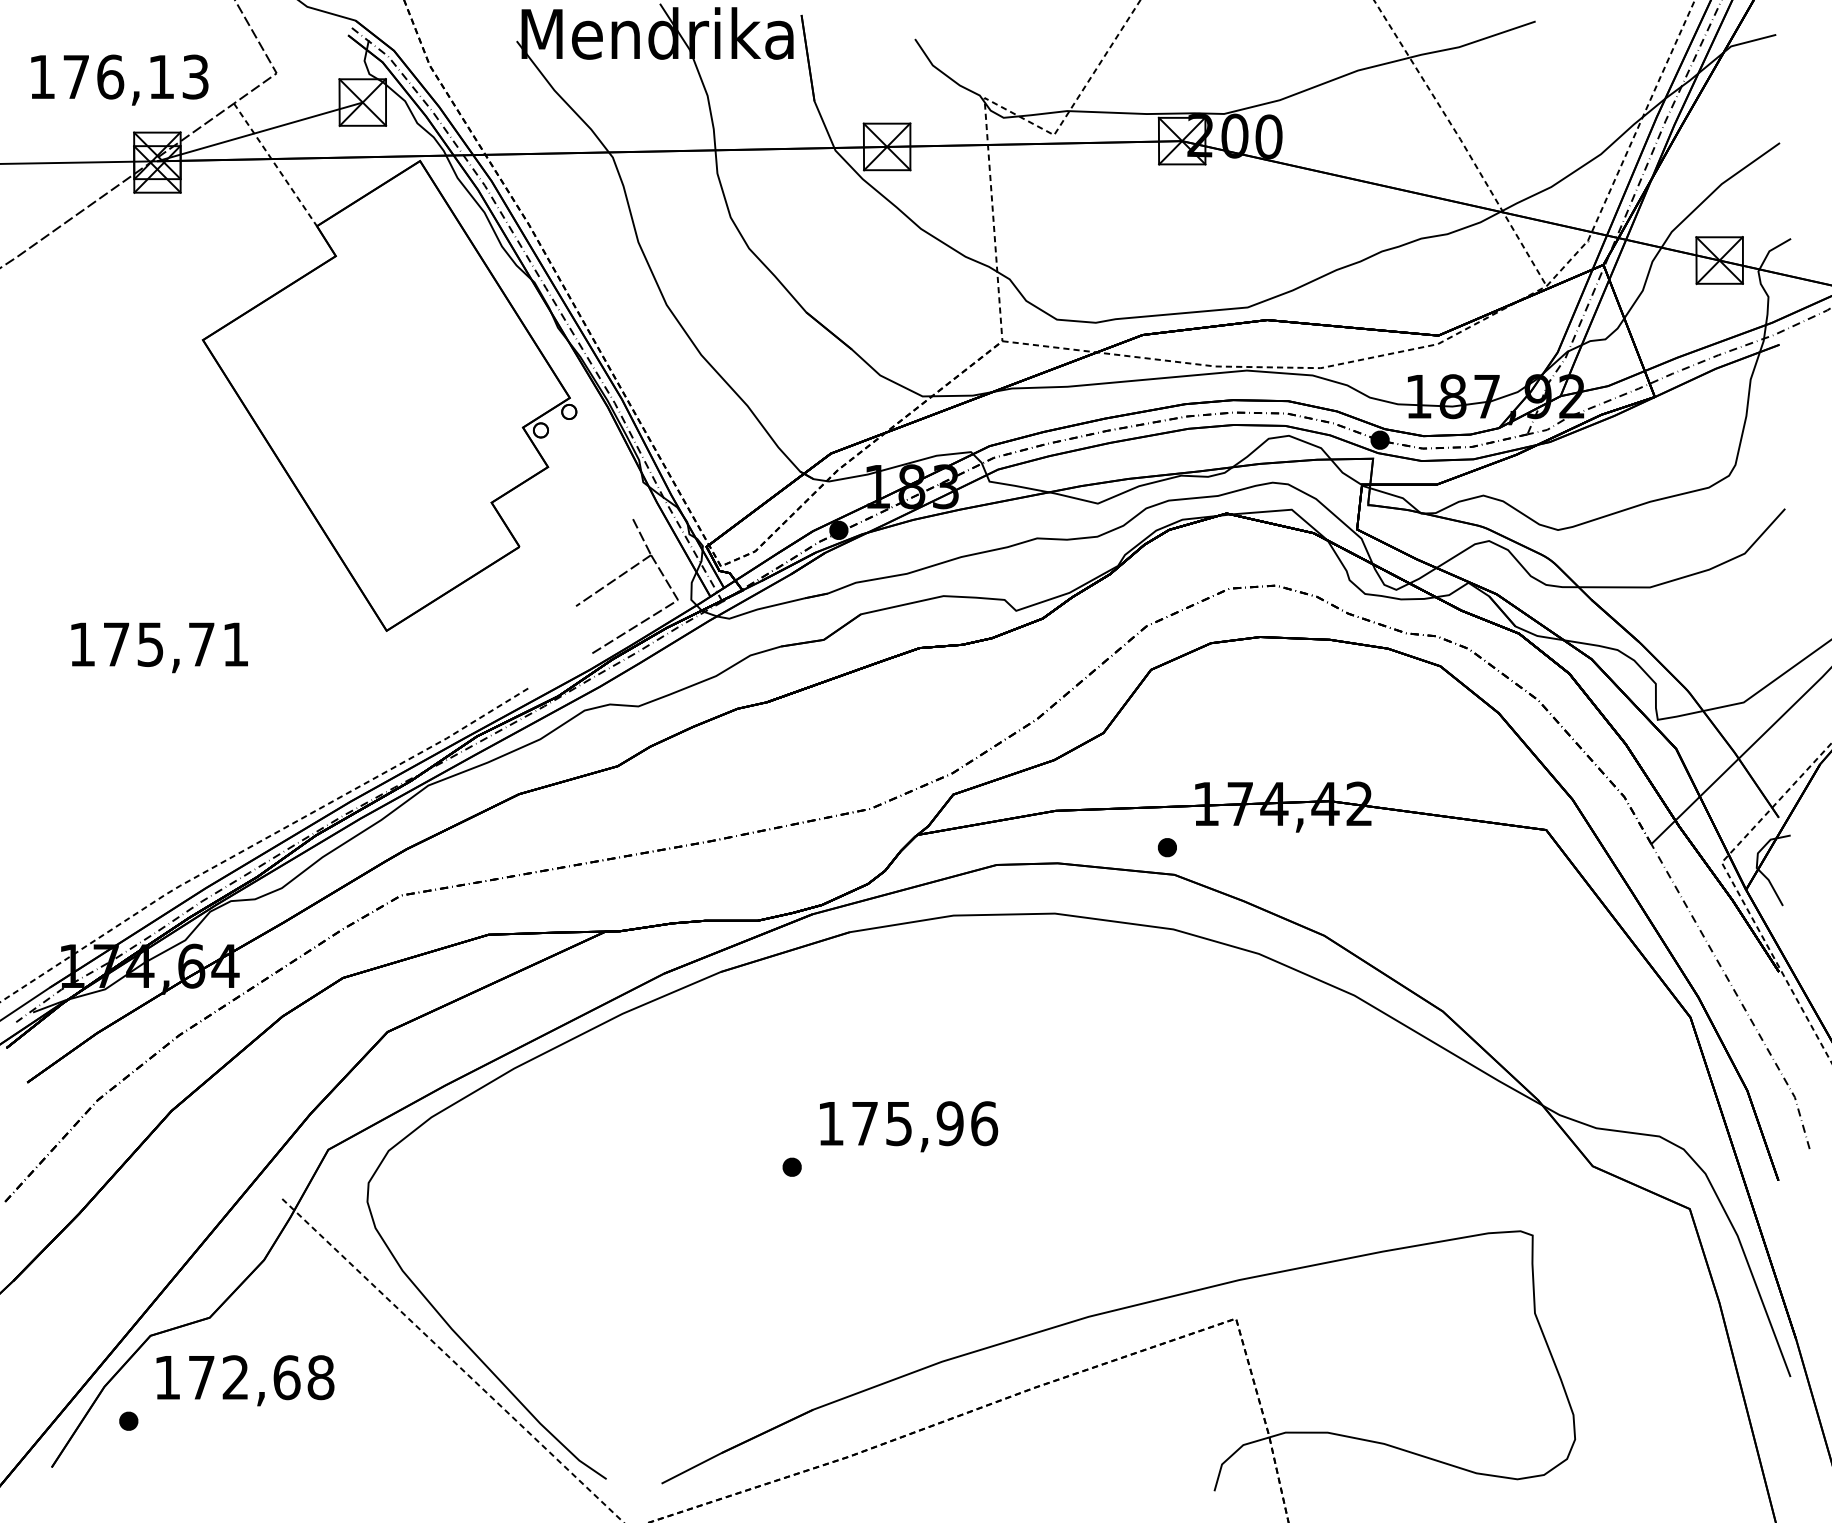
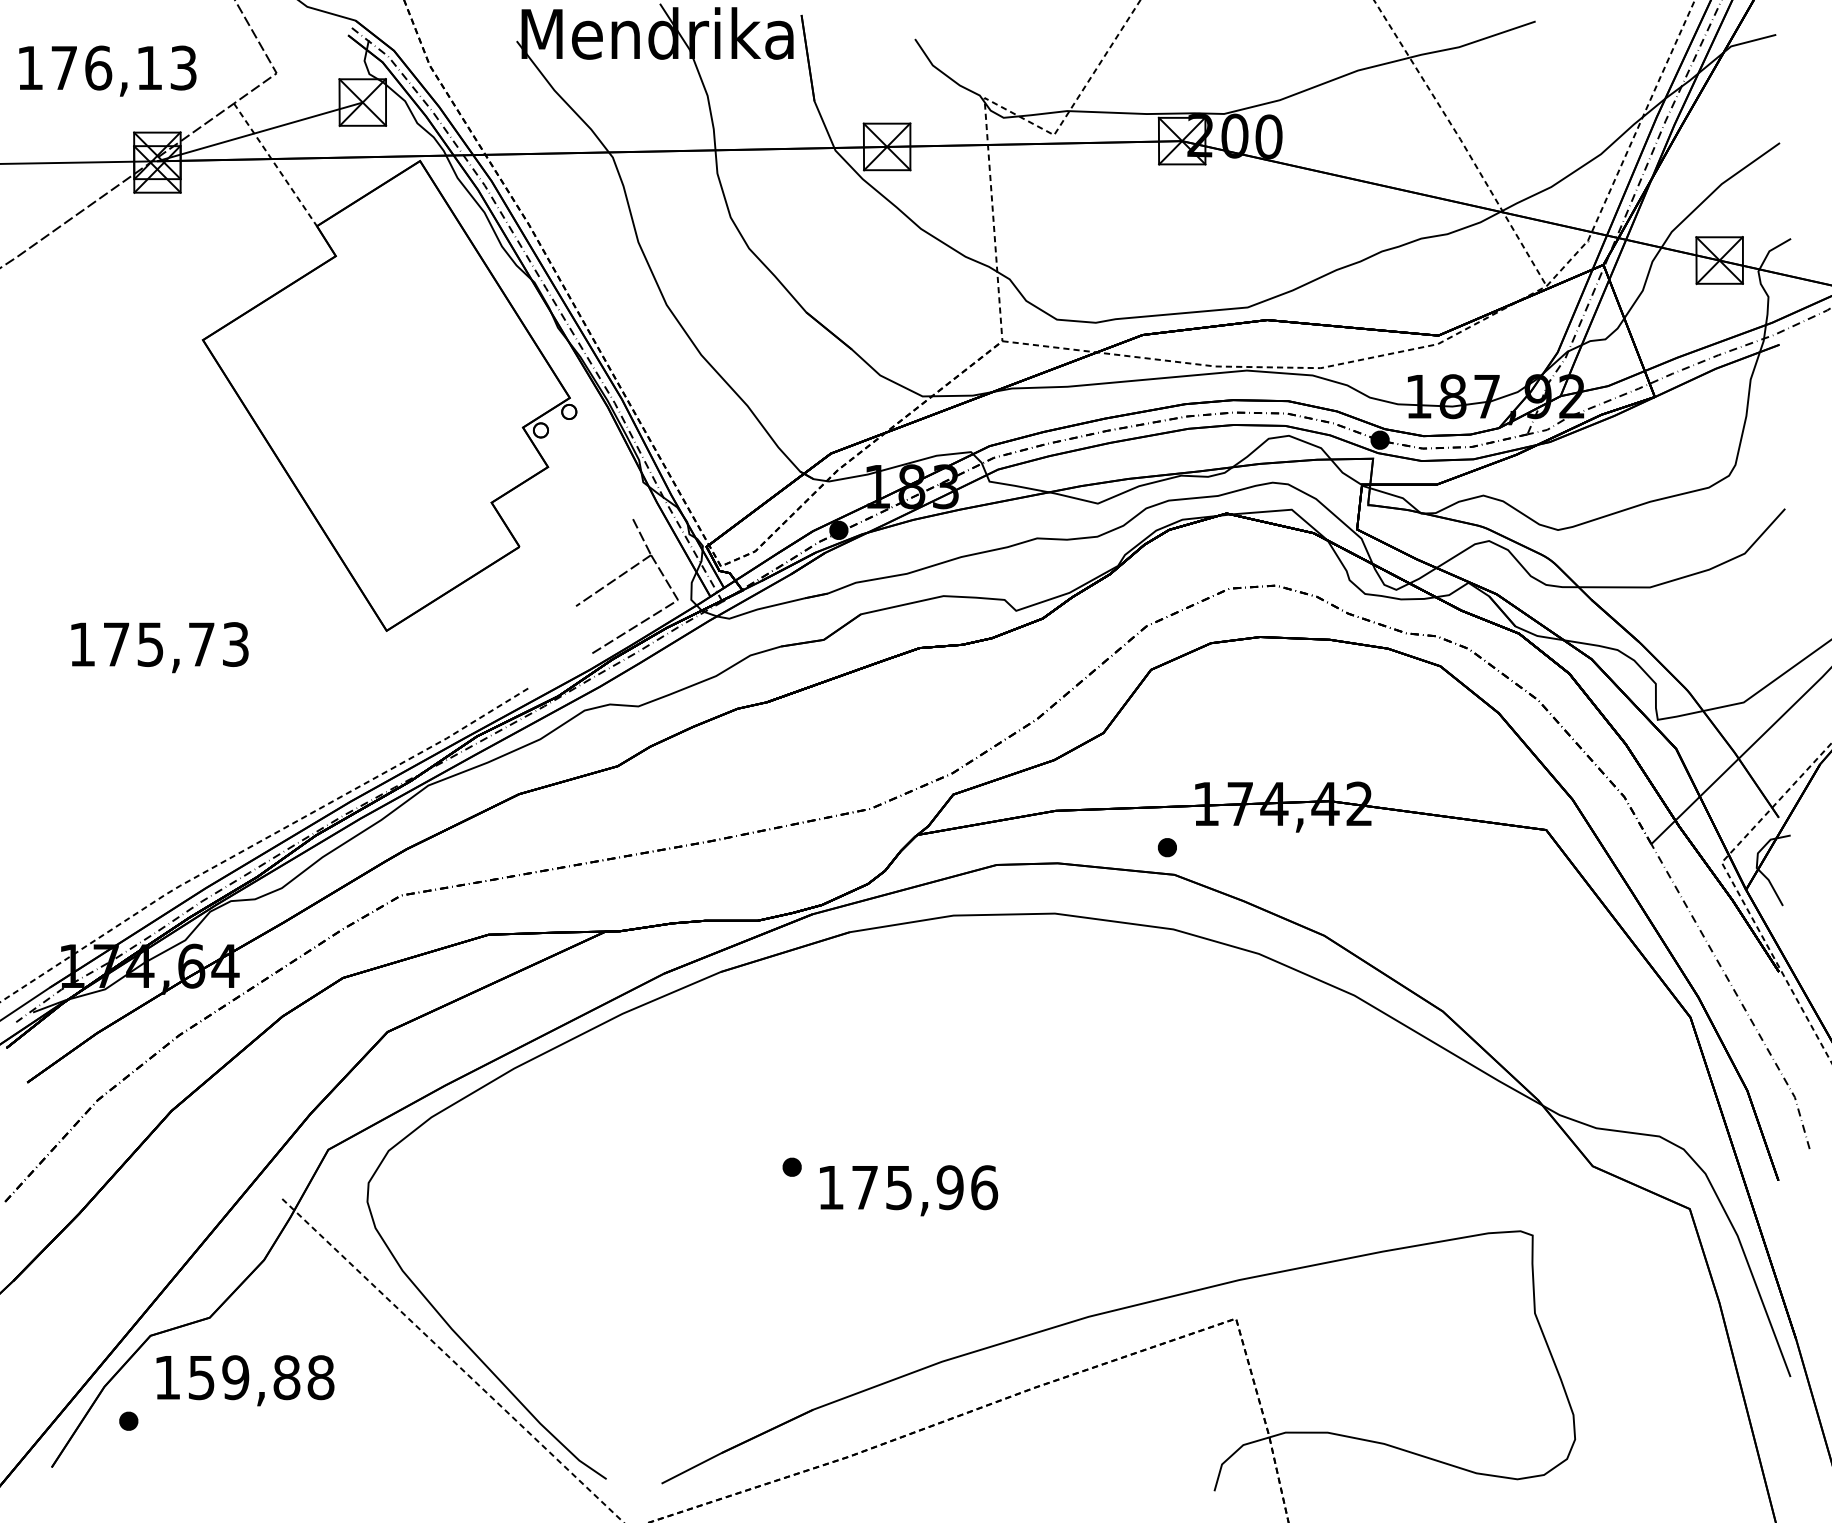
text at (119, 79) position: (119, 79) -> (107, 70)
text at (235, 644): 175,71 -> 175,73
text at (909, 1126) position: (909, 1126) -> (909, 1190)
text at (244, 1377): 172,68 -> 159,88
